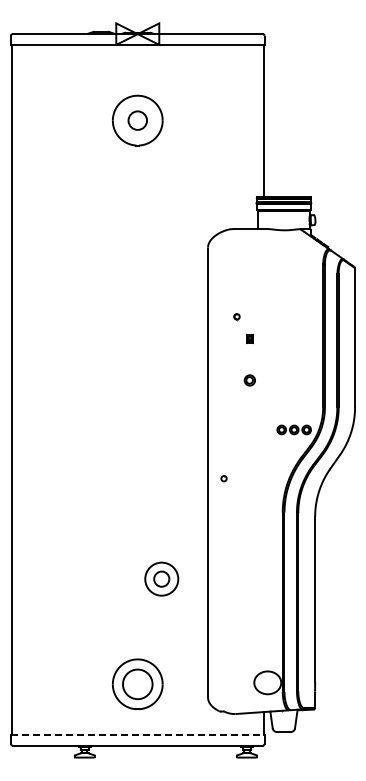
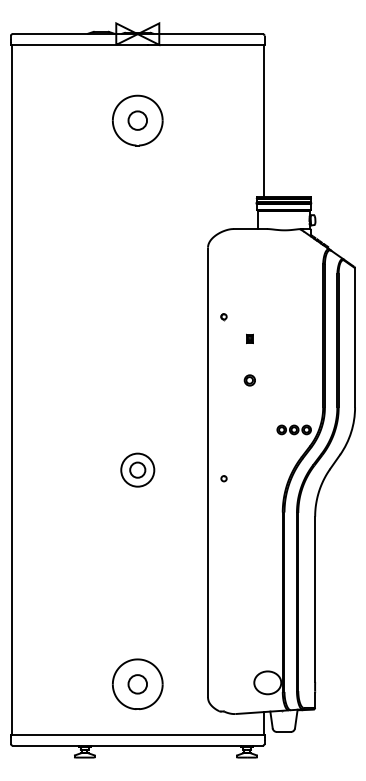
part at (236, 317) position: (236, 317) -> (223, 317)
part at (161, 578) position: (161, 578) -> (137, 469)
circle at (137, 684) diameter: 30 px -> 19 px
line at (137, 734): dashed -> solid
